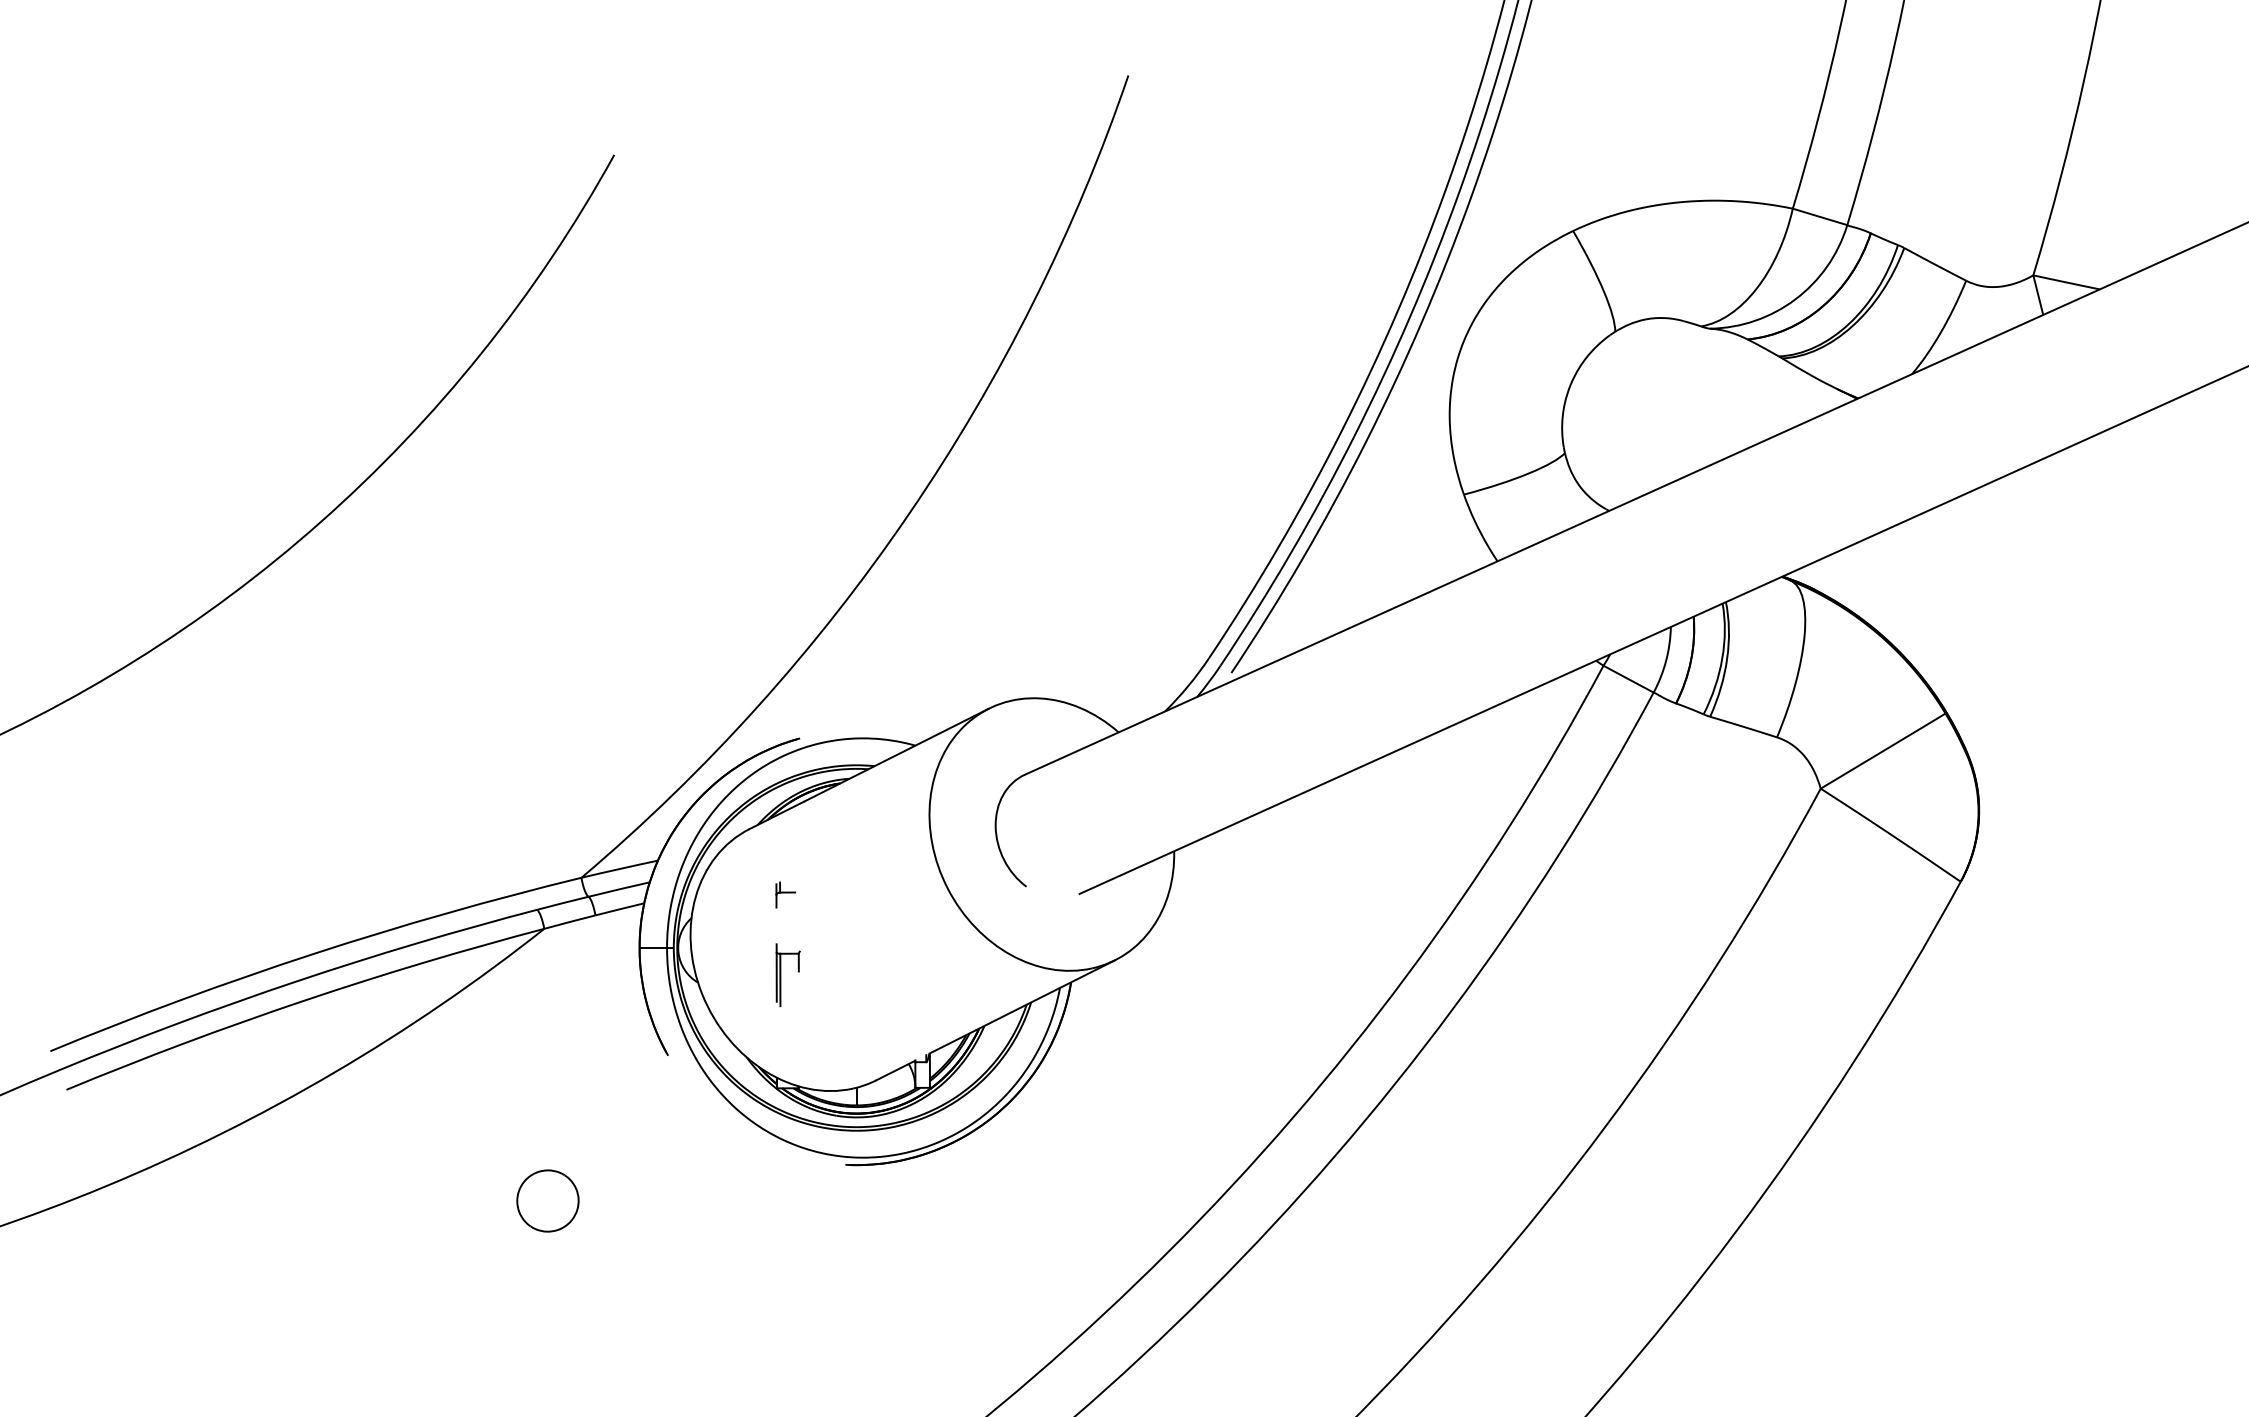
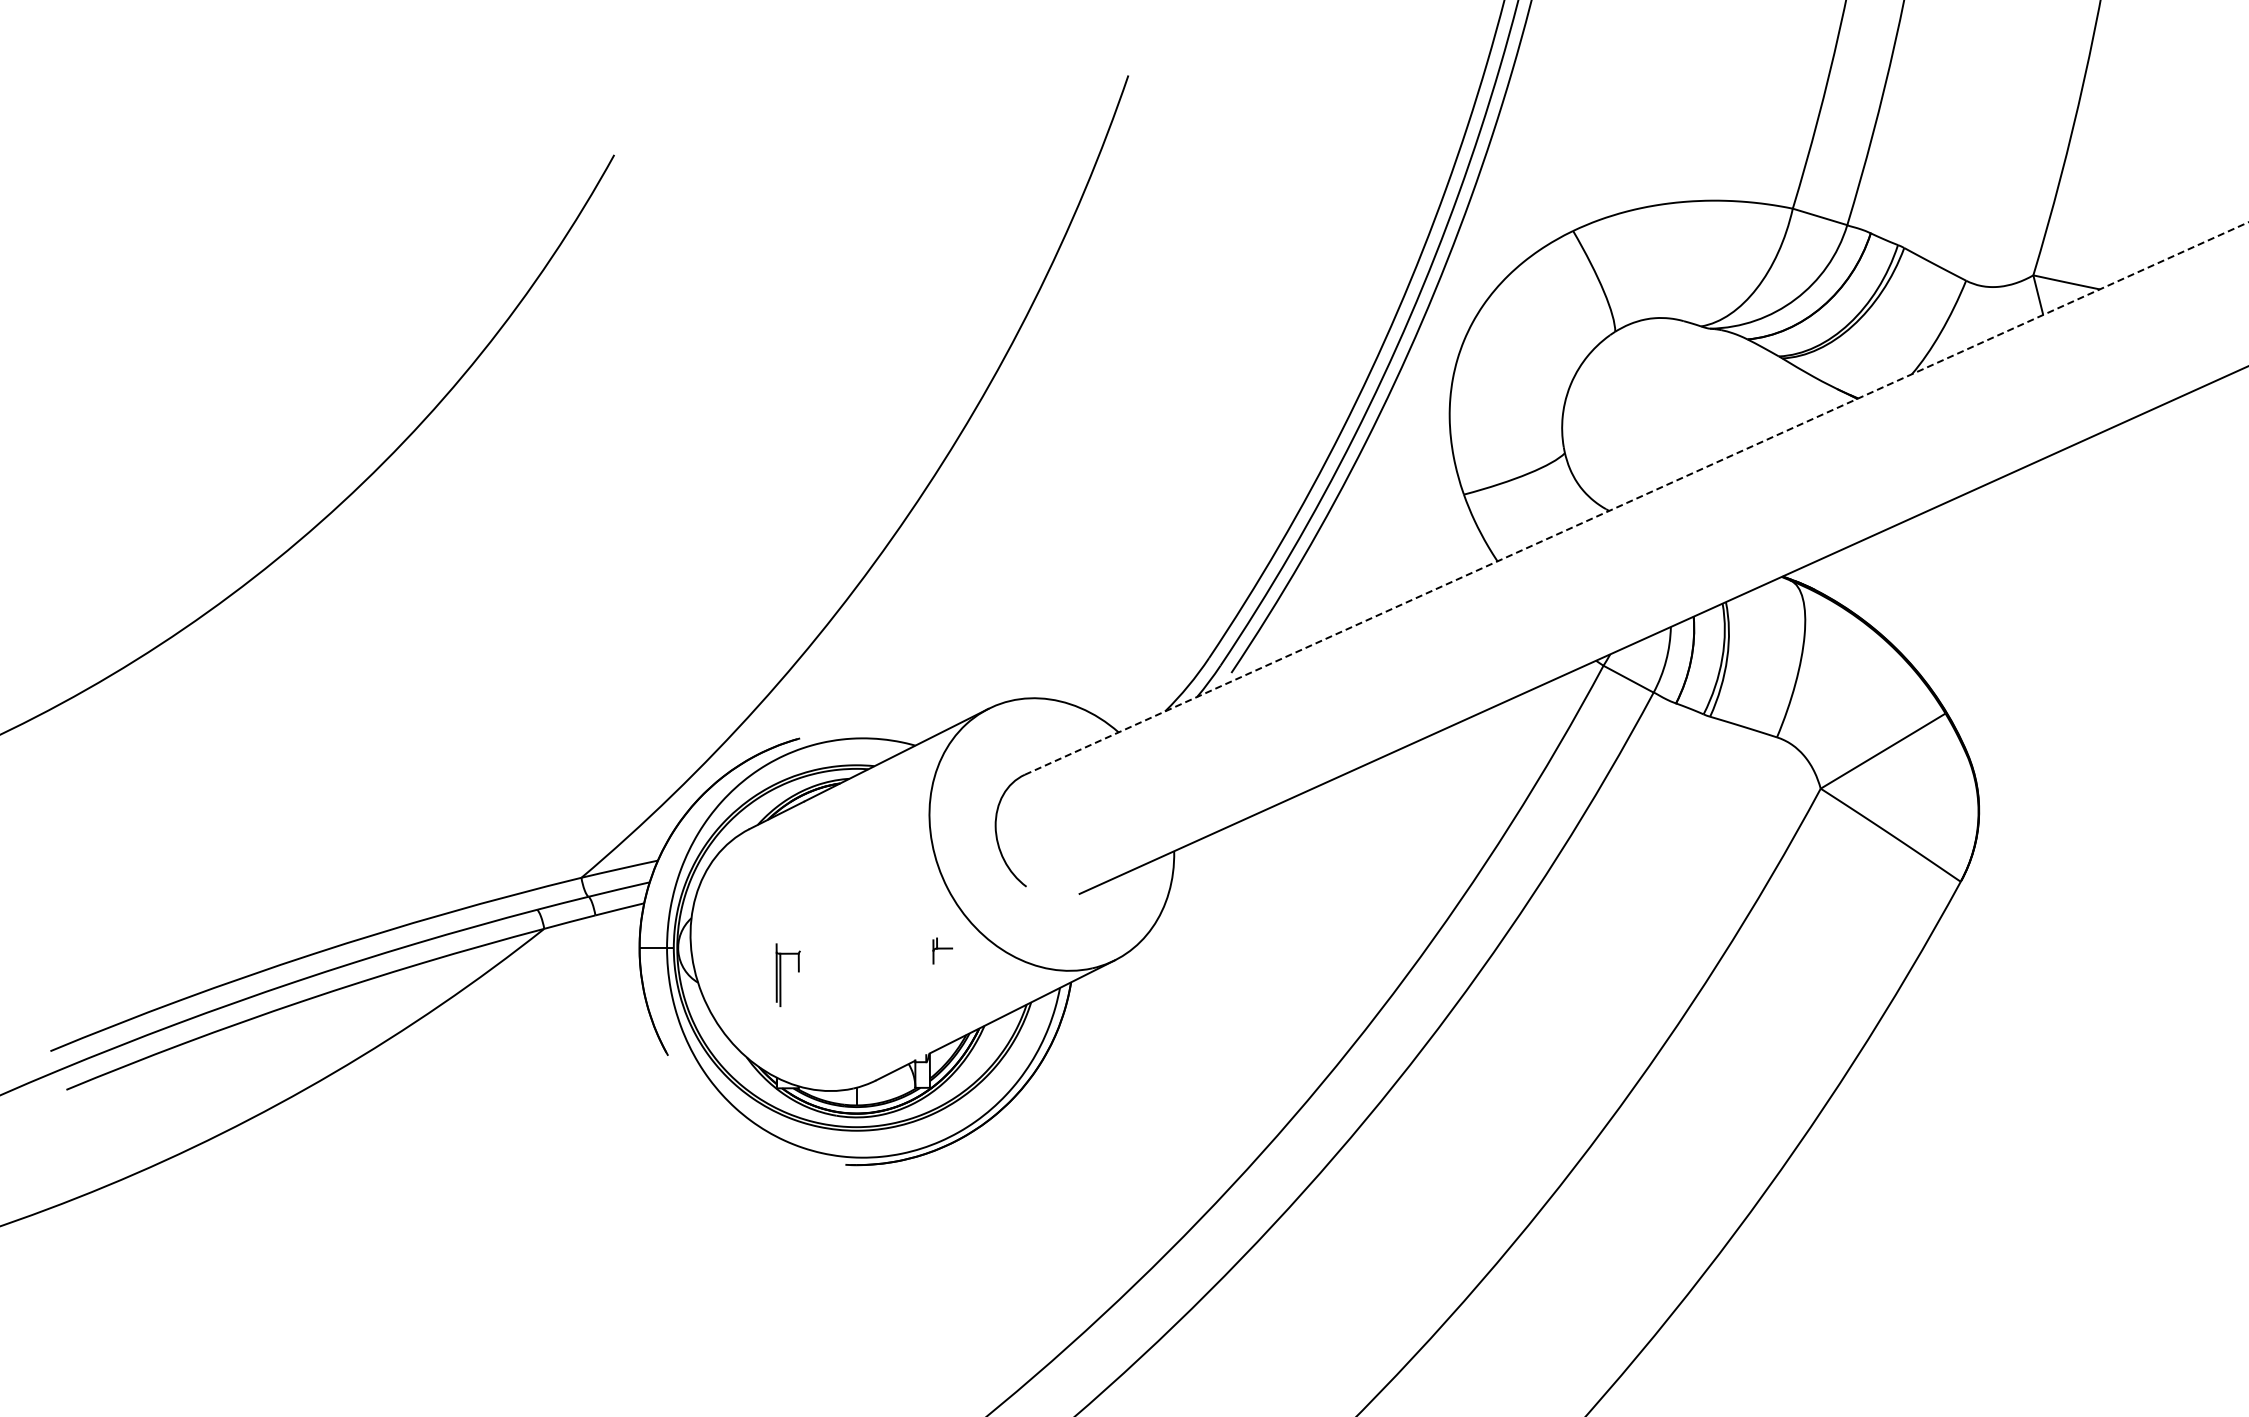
line at (1637, 498): solid -> dashed
part at (785, 894) position: (785, 894) -> (942, 950)
part at (547, 1200): present -> none
